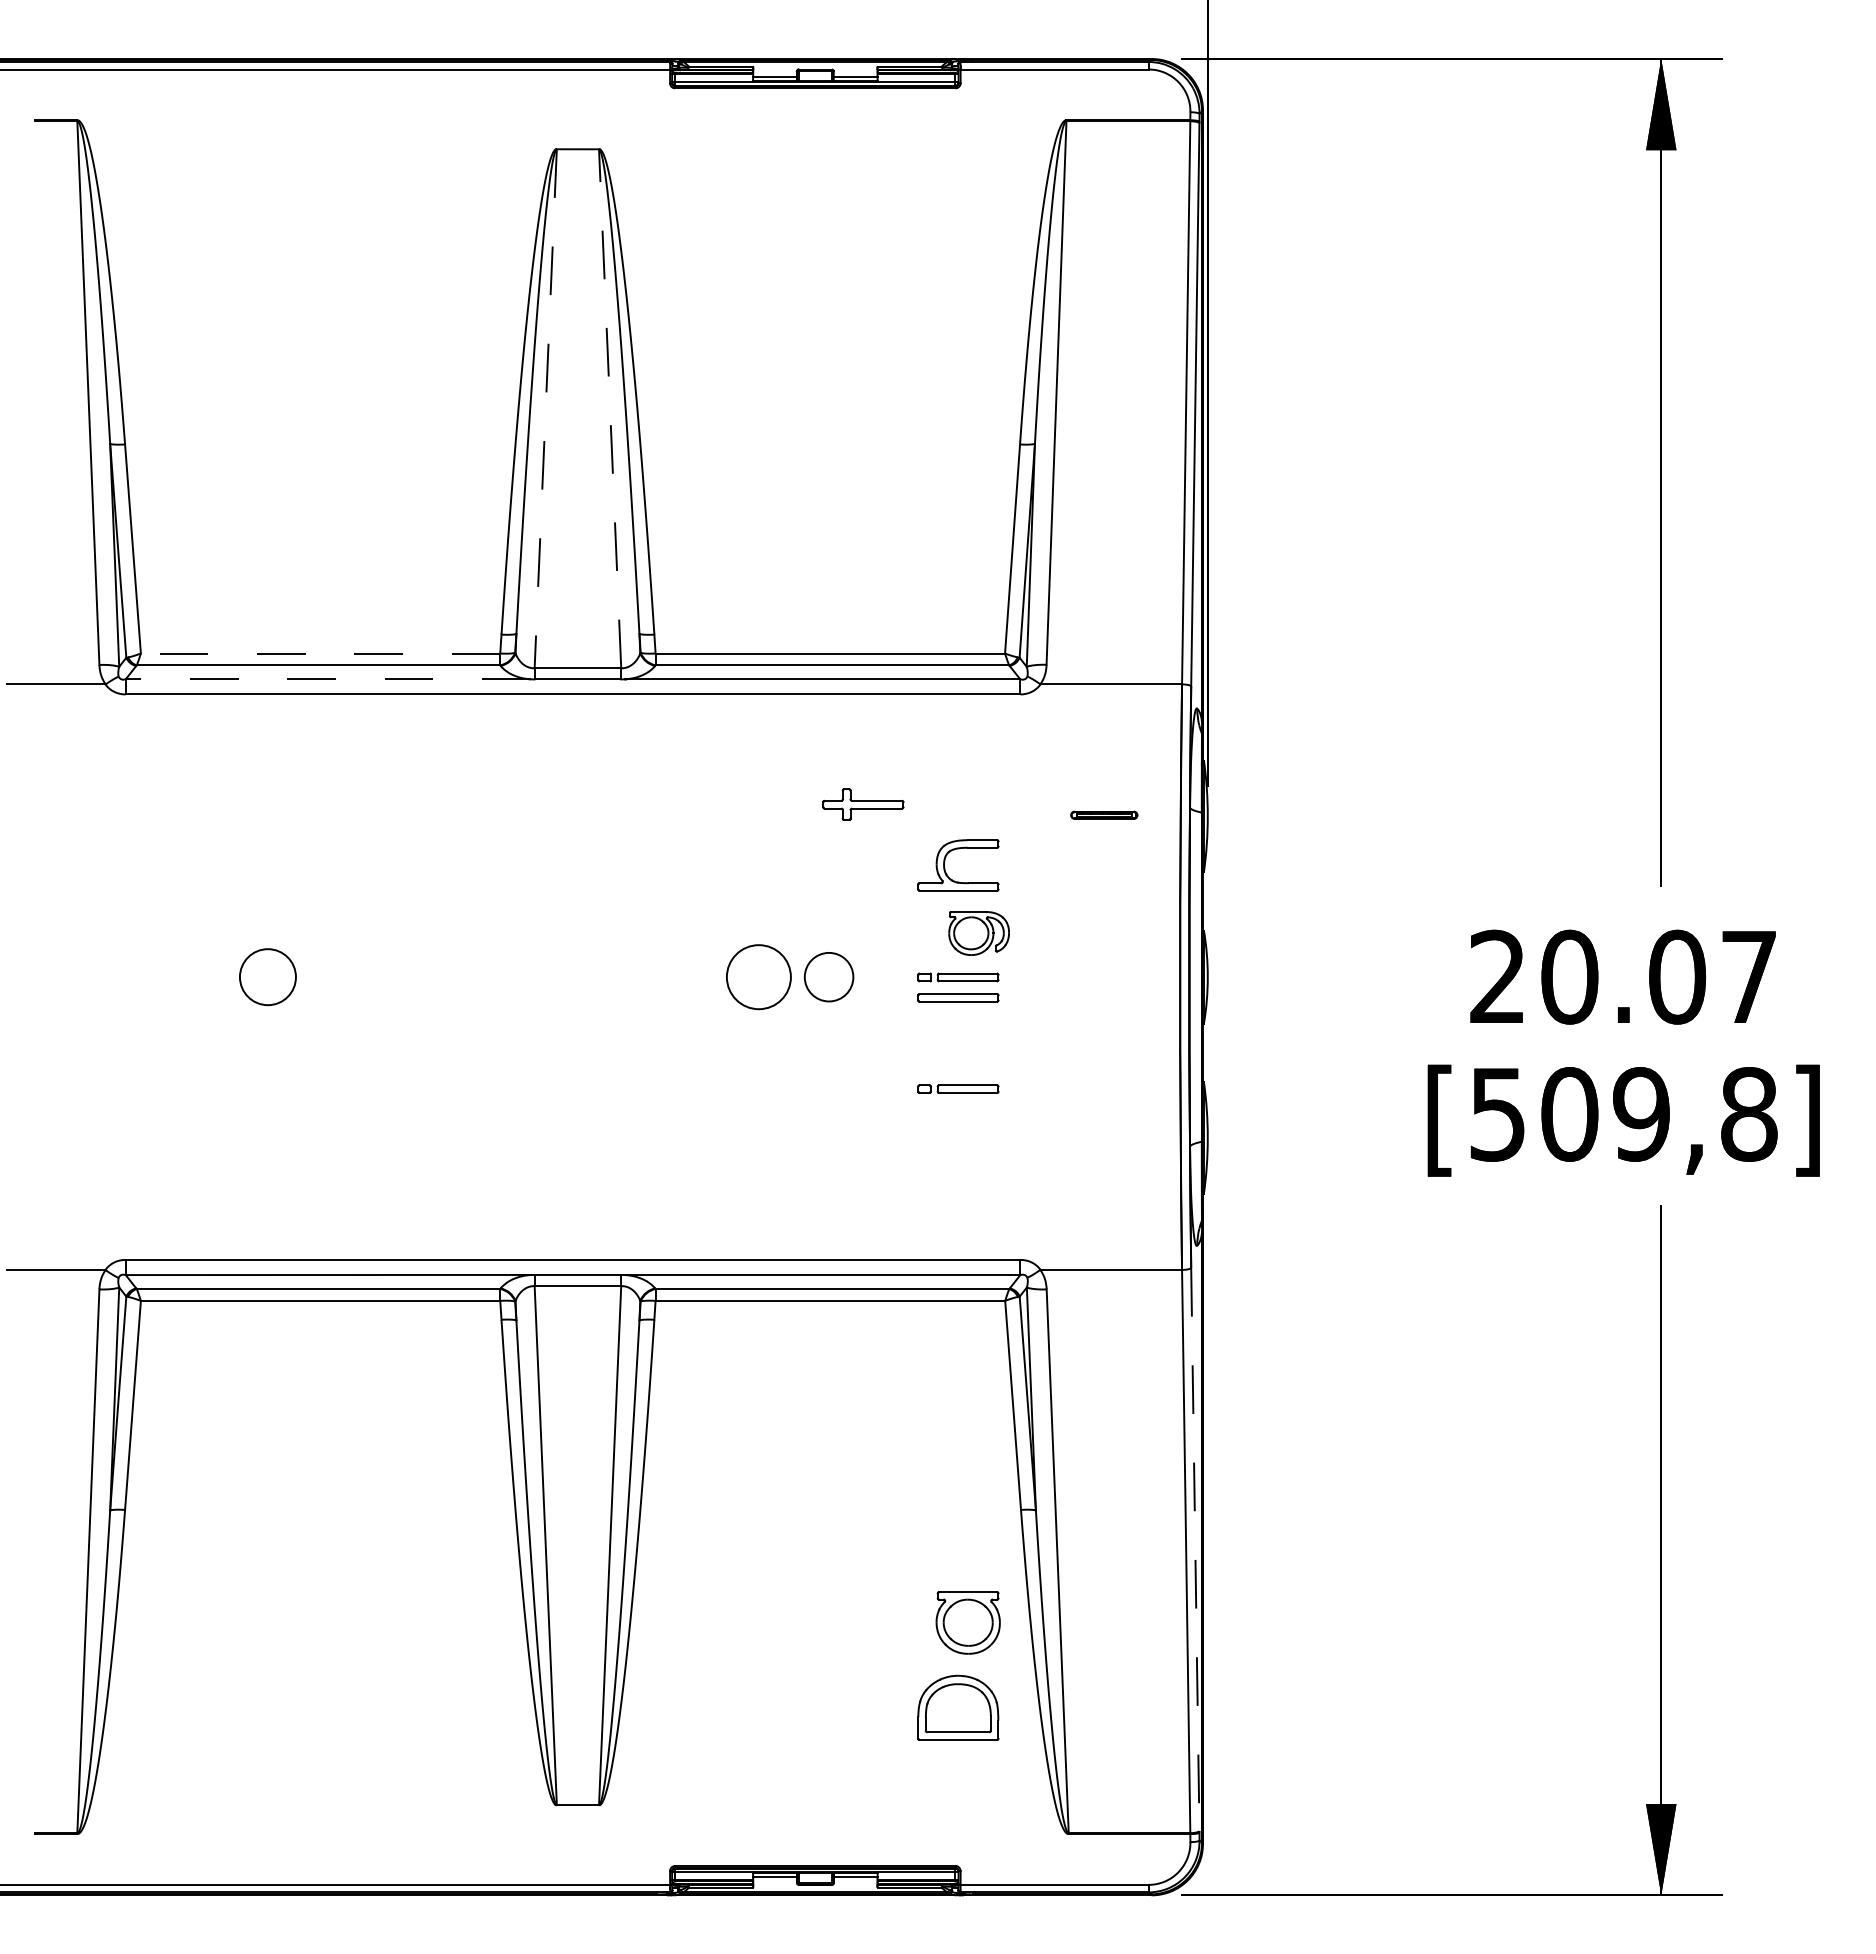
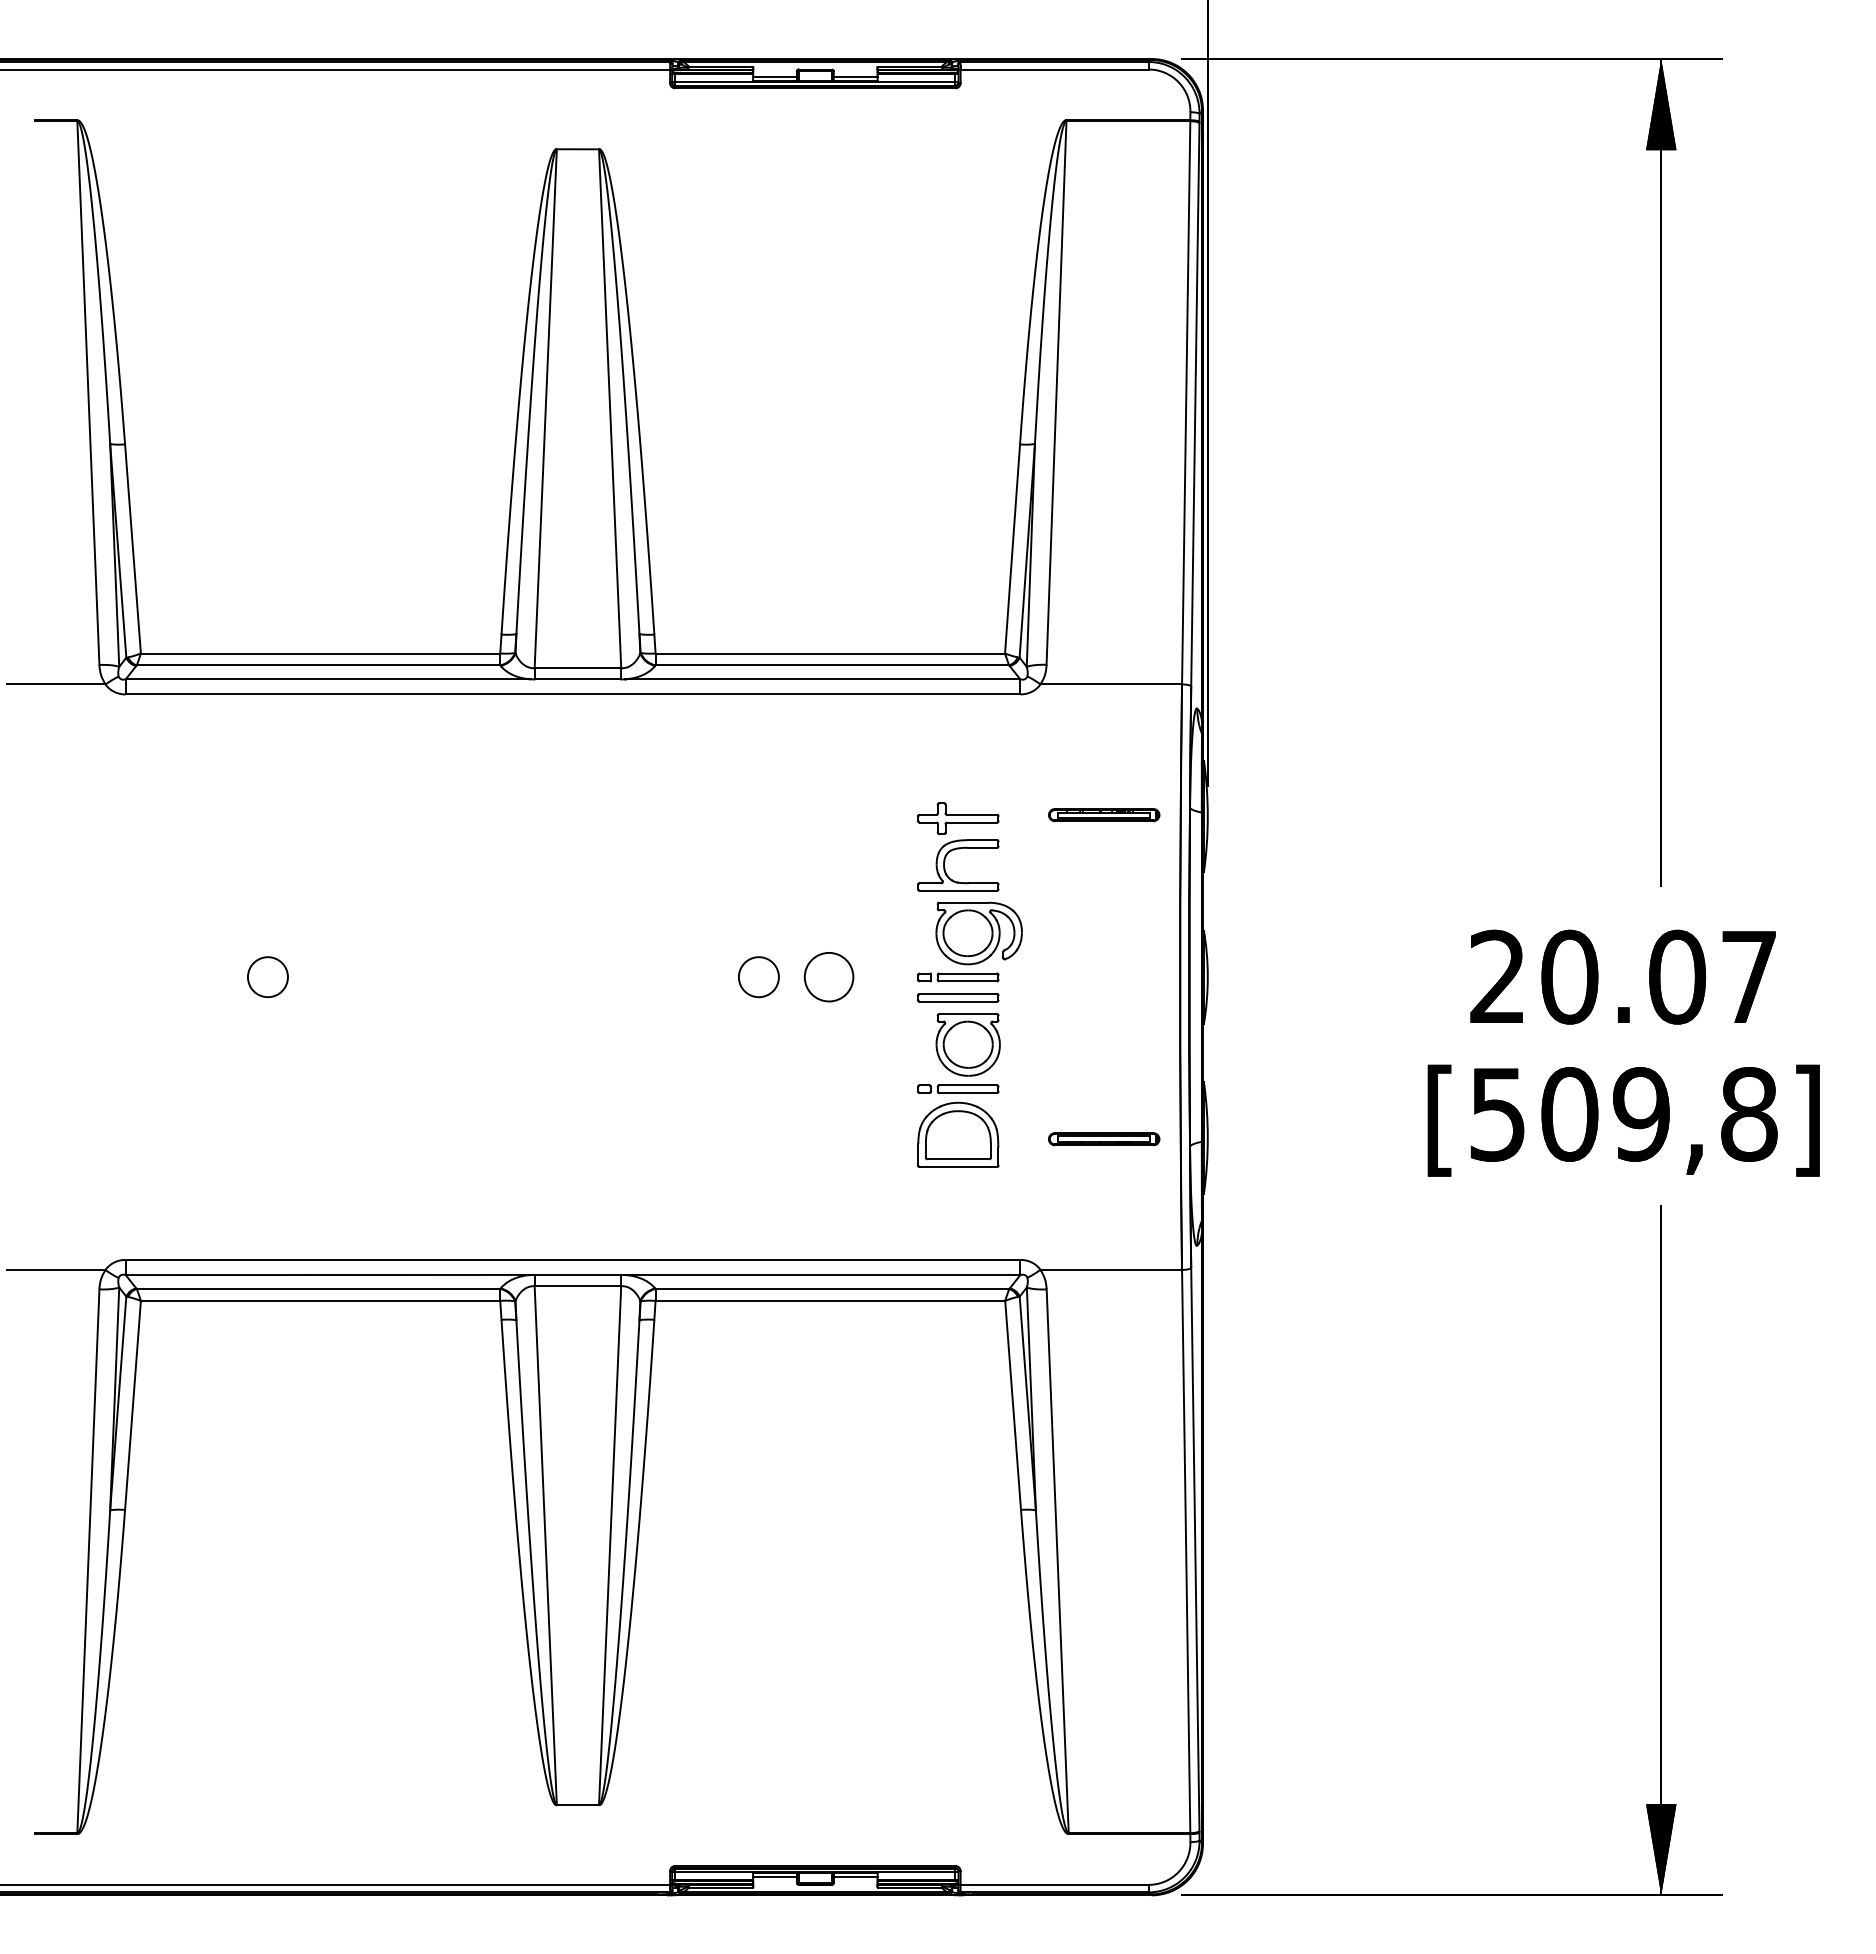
line at (545, 408): dashed -> solid
line at (610, 408): dashed -> solid
line at (320, 653): dashed -> solid
line at (327, 679): dashed -> solid
part at (863, 804) position: (863, 804) -> (958, 818)
part at (1104, 814) size: 69x10 px -> 113x15 px
part at (978, 933) size: 62x45 px -> 88x65 px
circle at (267, 977) diameter: 56 px -> 40 px
circle at (758, 977) diameter: 64 px -> 40 px
part at (1104, 1139): none -> present
line at (1195, 1549): dashed -> solid
part at (967, 1622) position: (967, 1622) -> (967, 1044)
part at (958, 1707) position: (958, 1707) -> (958, 1134)
